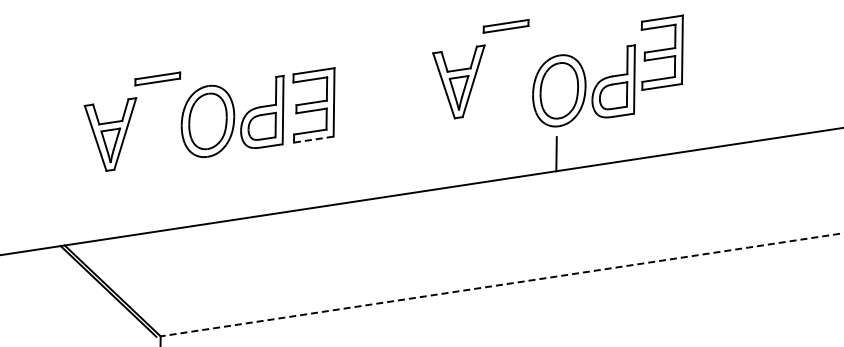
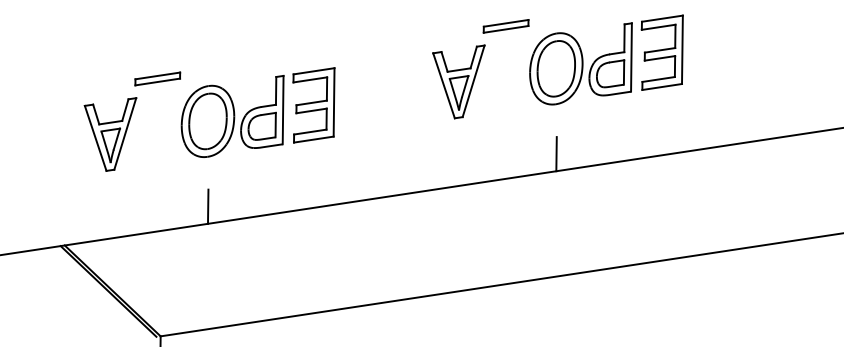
part at (583, 85) position: (583, 85) -> (580, 63)
line at (314, 139): dashed -> solid
line at (208, 206): none -> present
line at (501, 284): dashed -> solid
